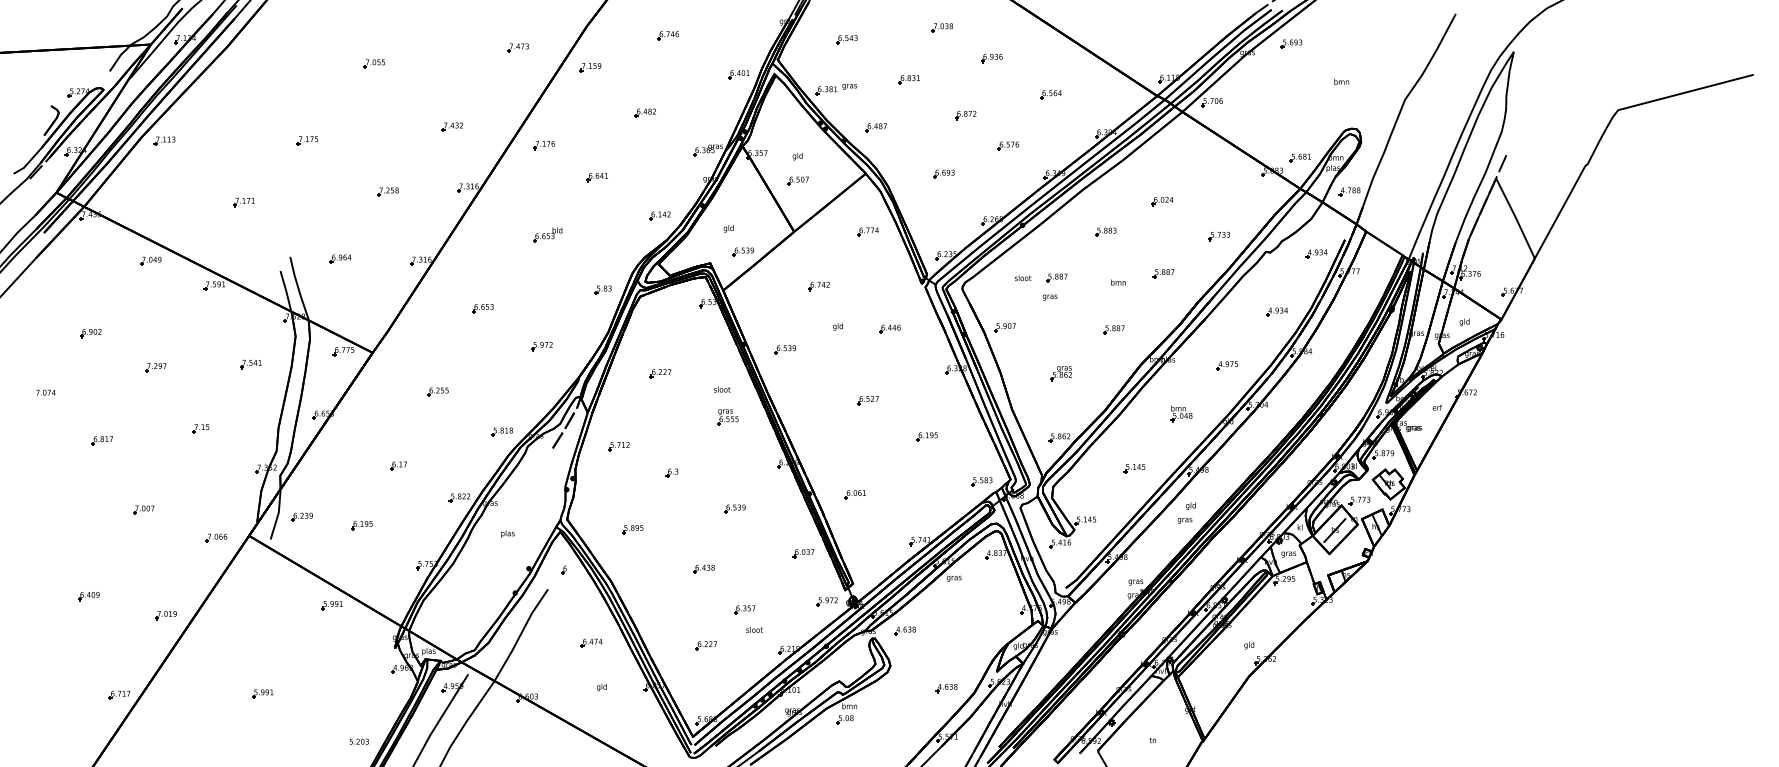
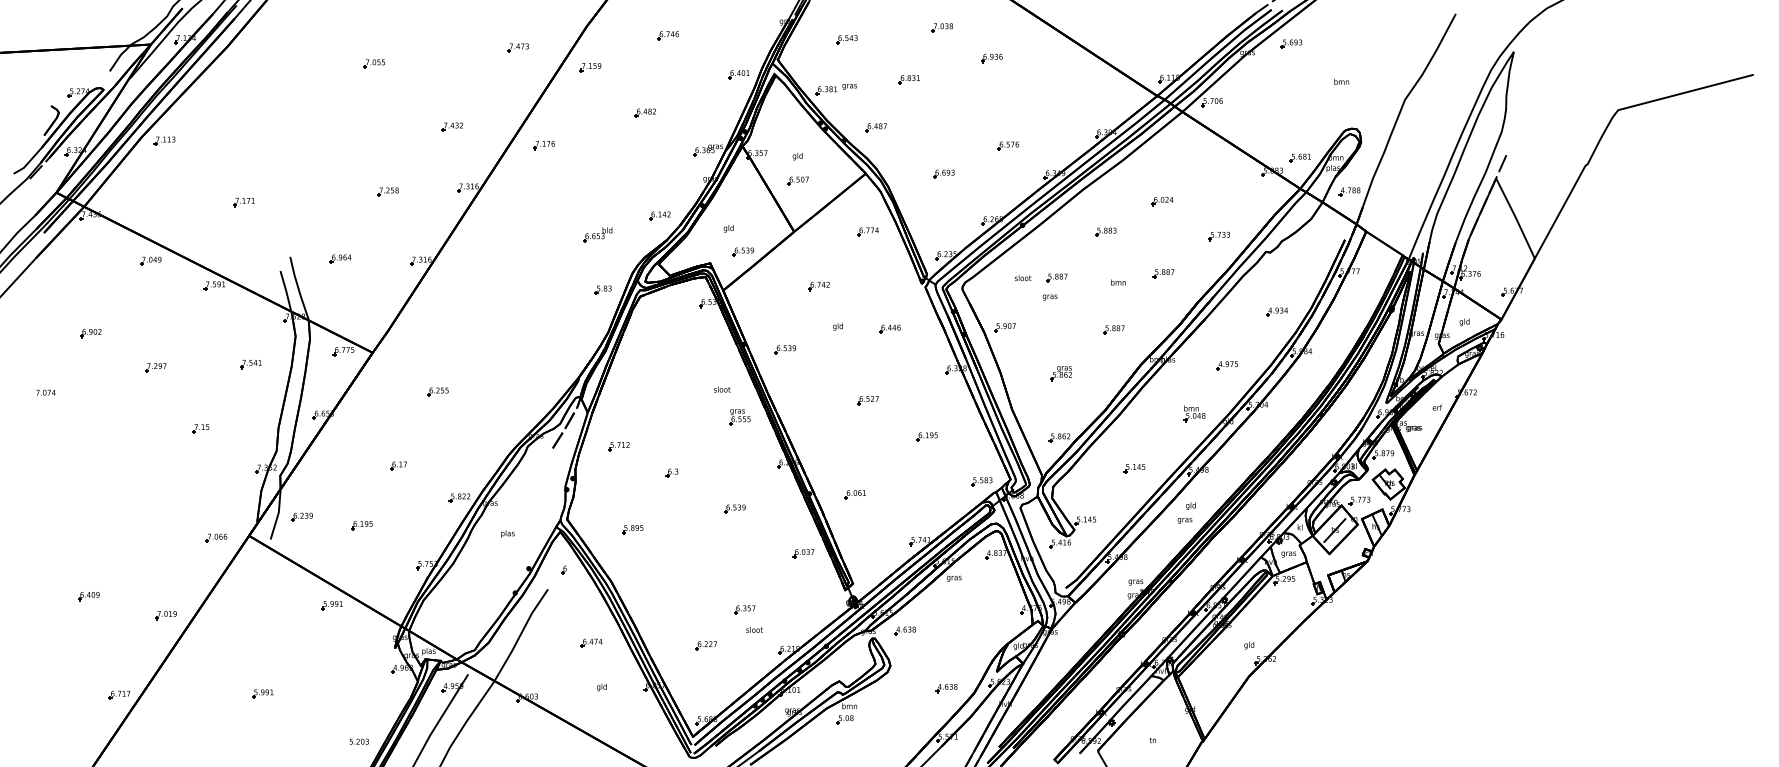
part at (1050, 94): present -> none
part at (965, 115): present -> none
part at (307, 140): present -> none
part at (596, 177): present -> none
part at (547, 234) position: (547, 234) -> (597, 234)
part at (1316, 253): present -> none
part at (482, 308): present -> none
part at (541, 346): present -> none
part at (660, 373): present -> none
part at (1181, 413) position: (1181, 413) -> (1194, 413)
part at (727, 417) position: (727, 417) -> (739, 417)
part at (501, 431): present -> none
part at (101, 440): present -> none
part at (143, 509): present -> none
part at (703, 568): present -> none
part at (826, 601): present -> none
